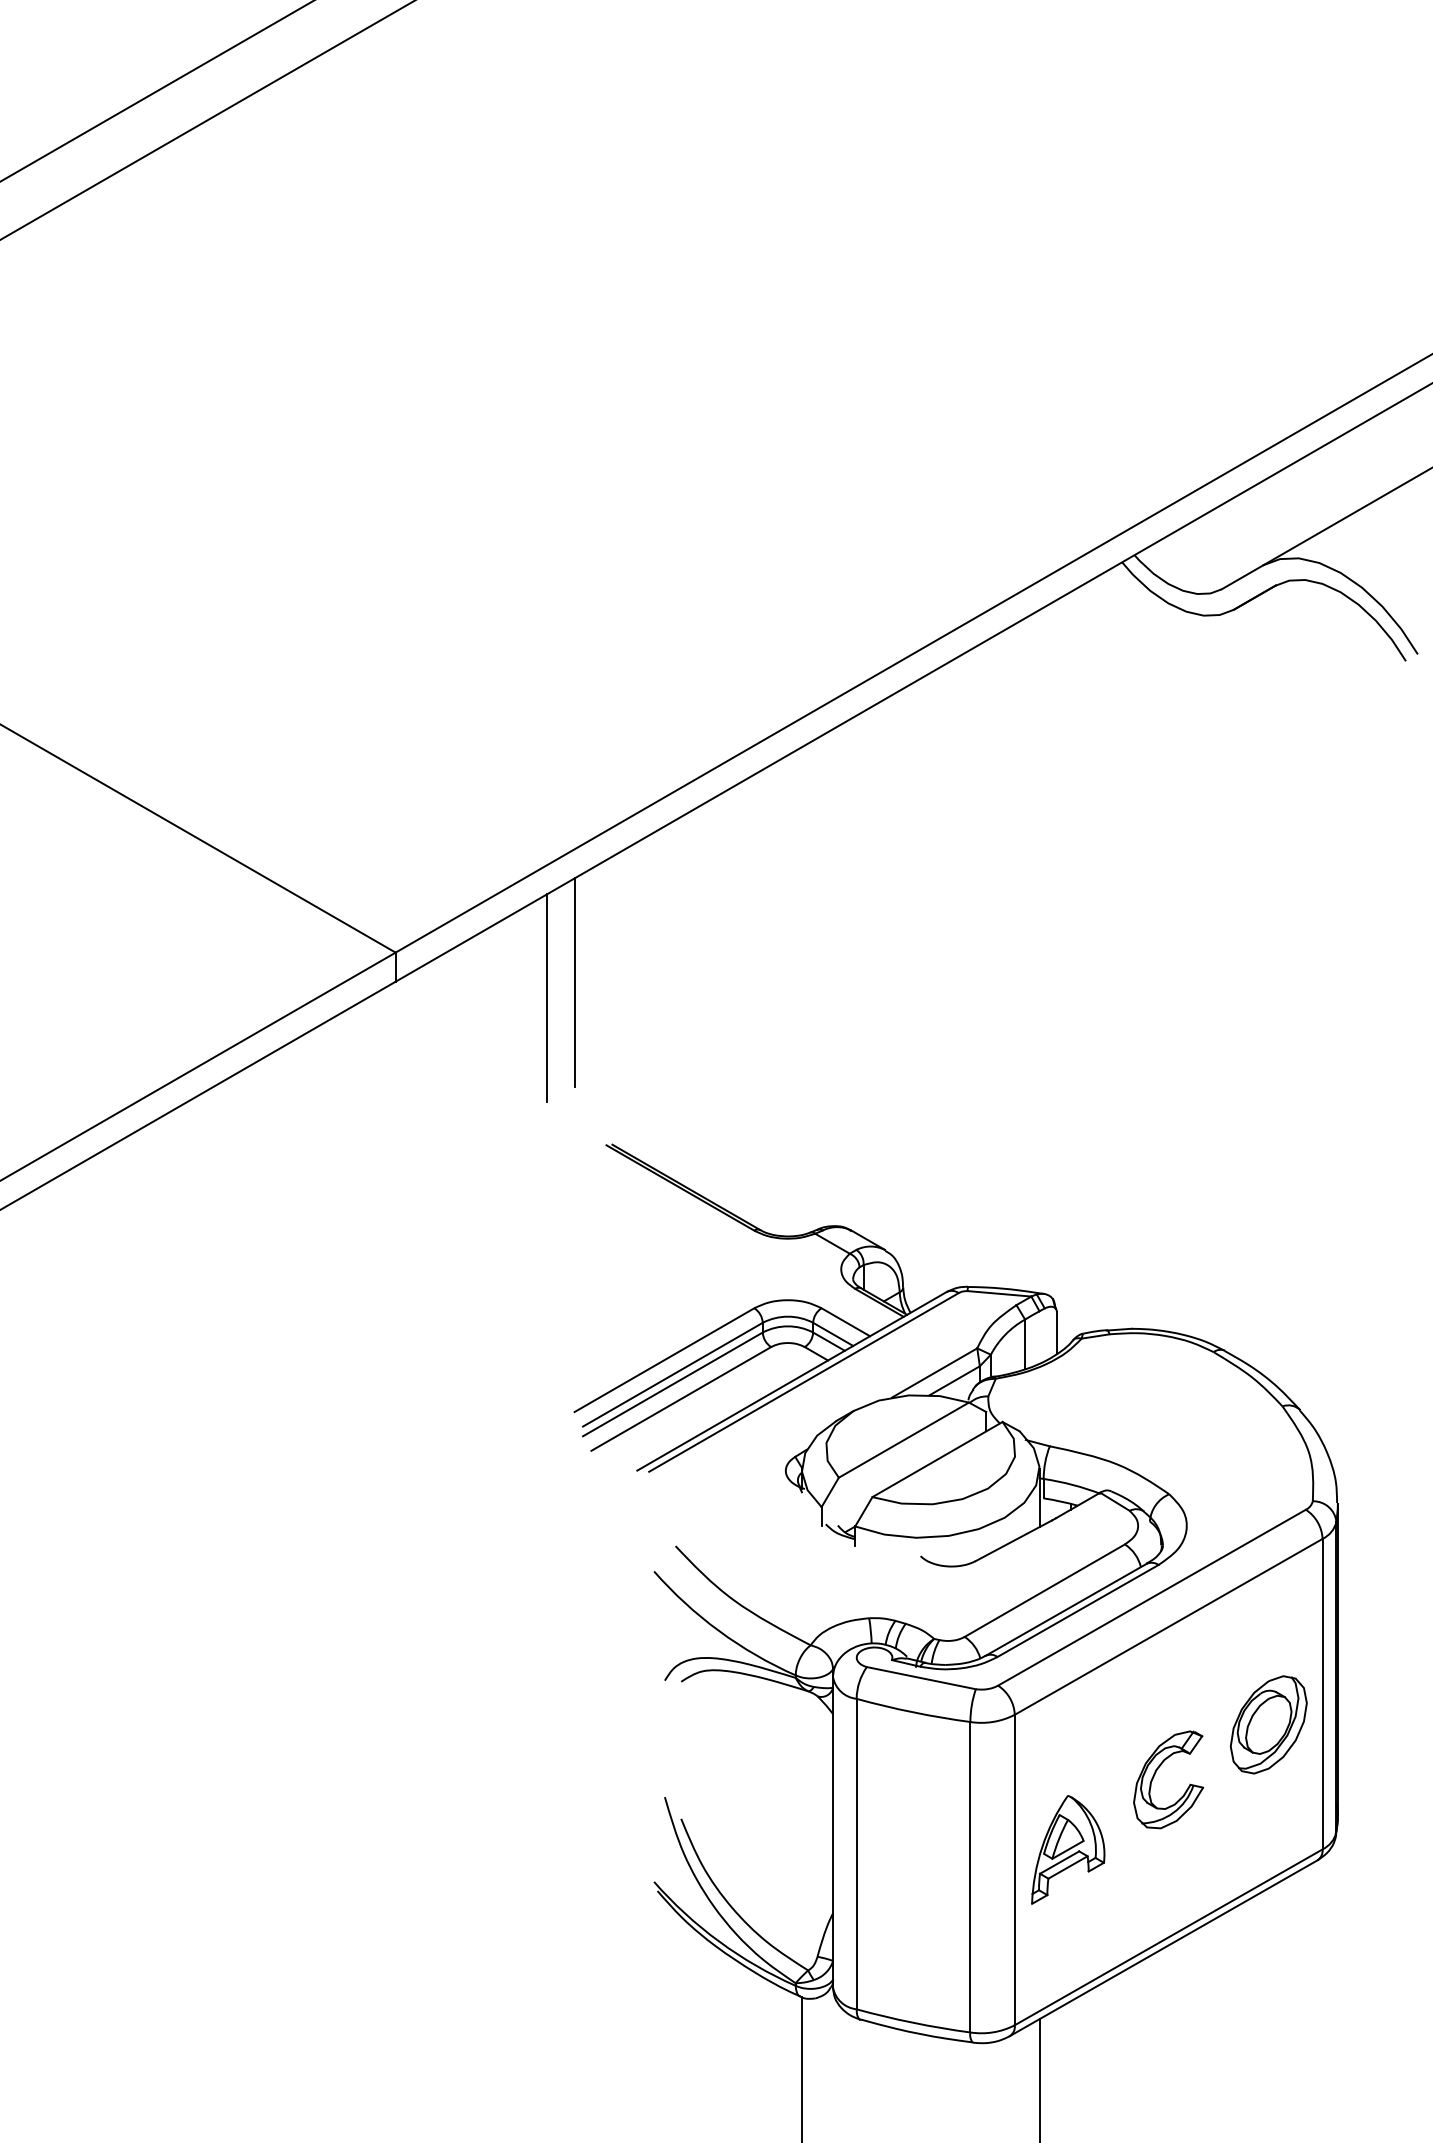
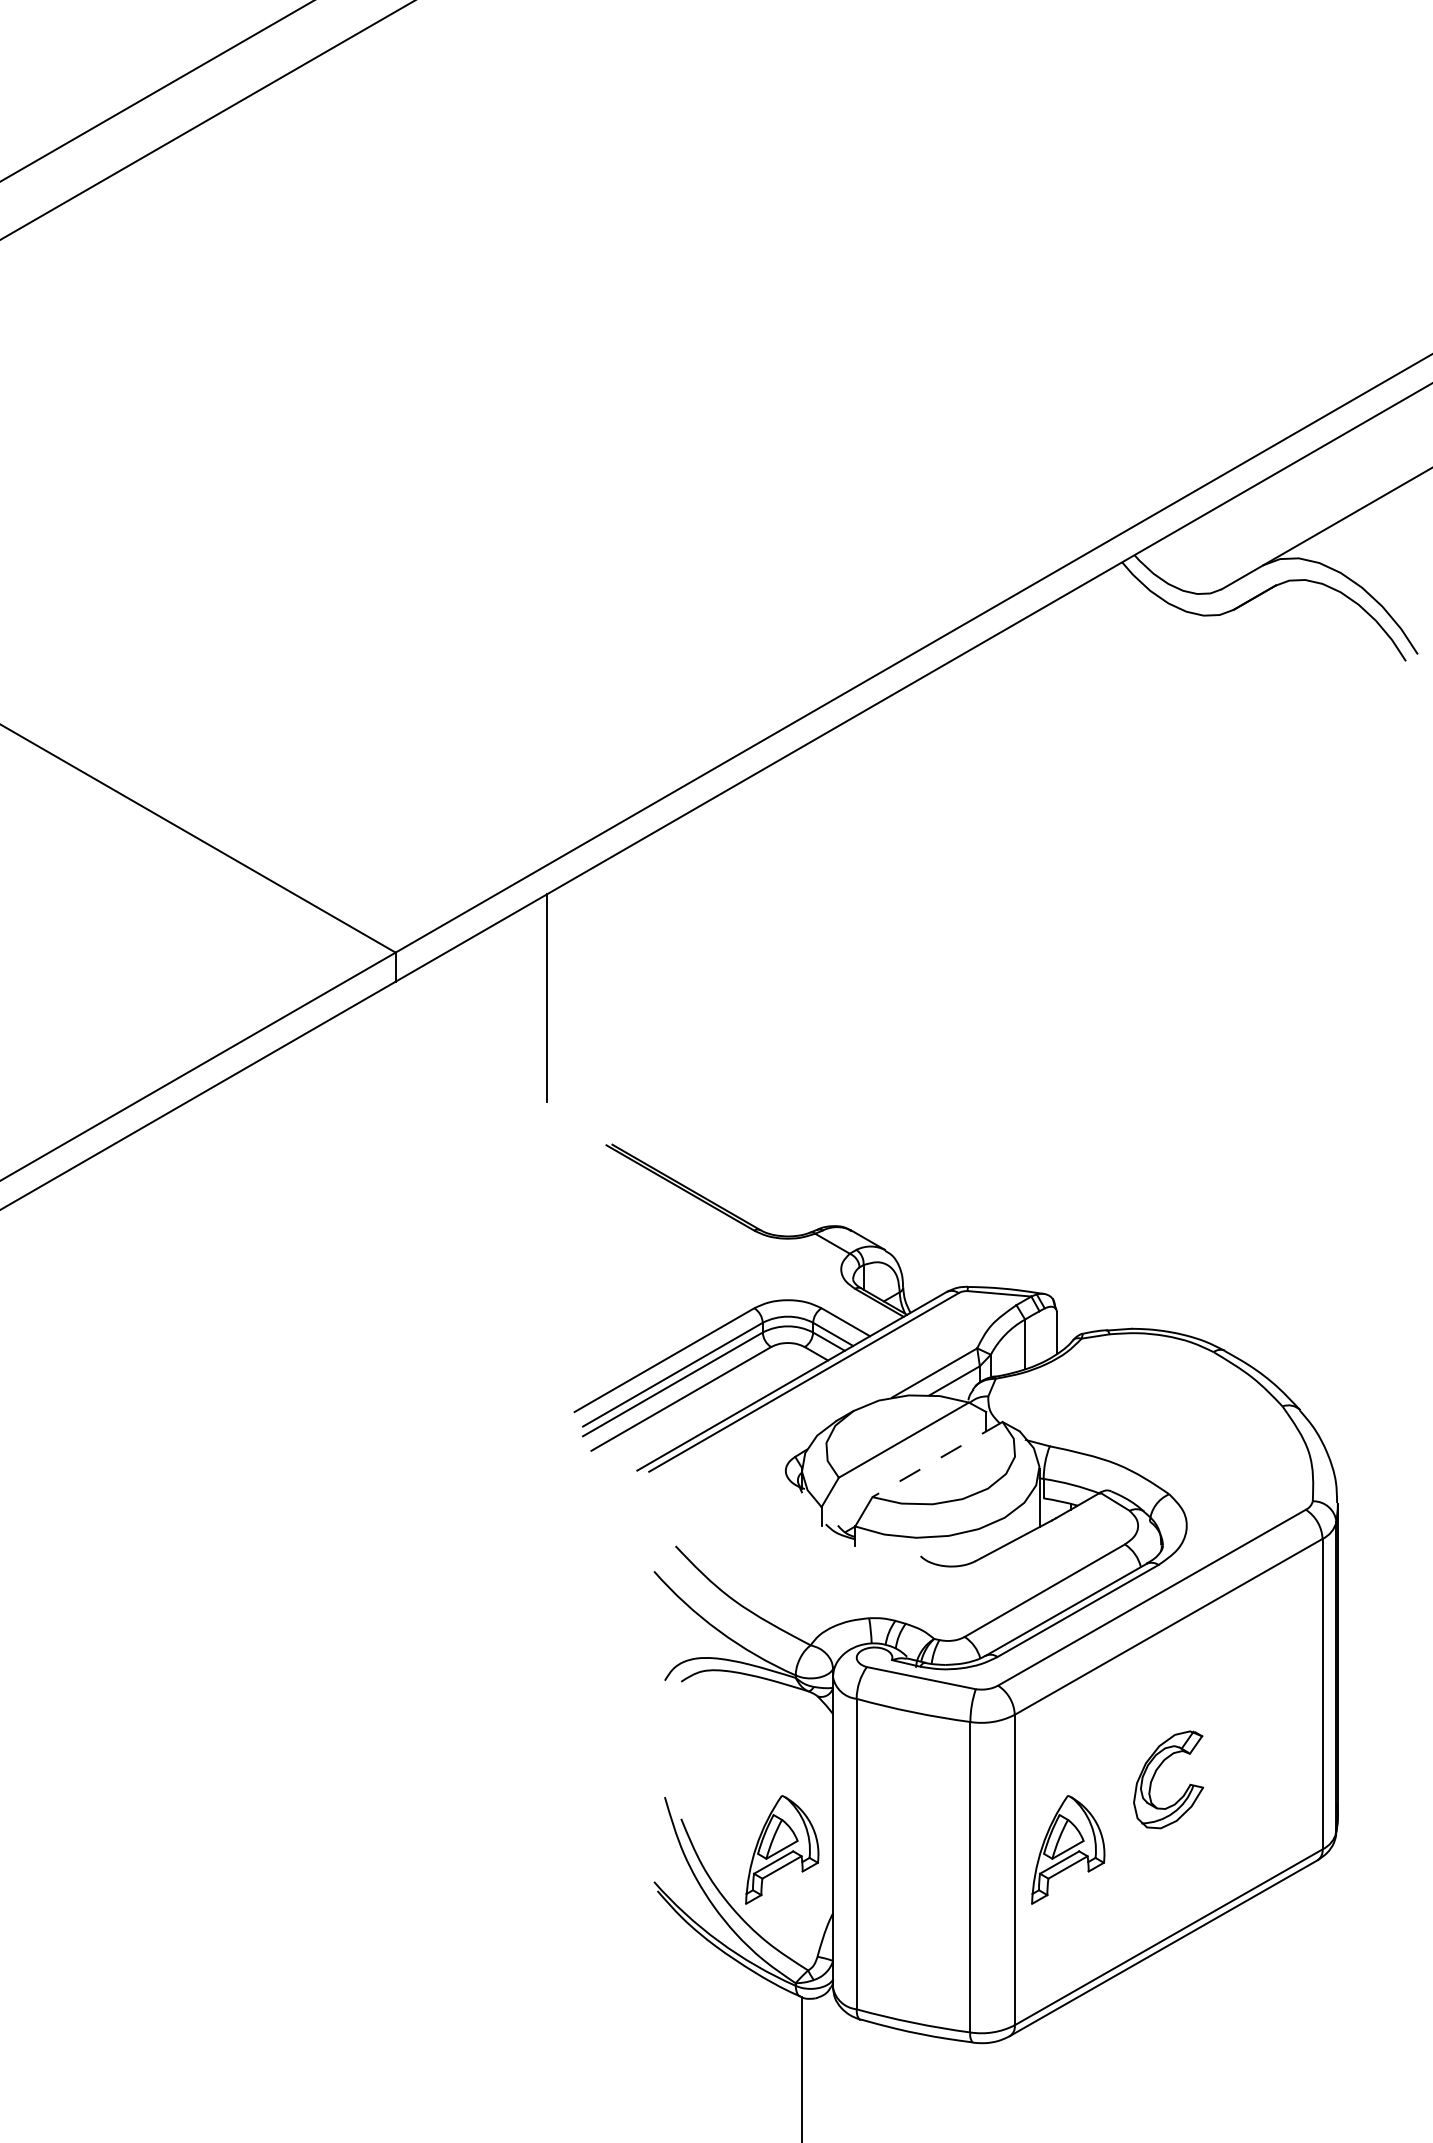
line at (574, 982): present -> none
line at (937, 1459): solid -> dashed
part at (1268, 1724): present -> none
part at (782, 1849): none -> present
line at (1039, 2079): present -> none
